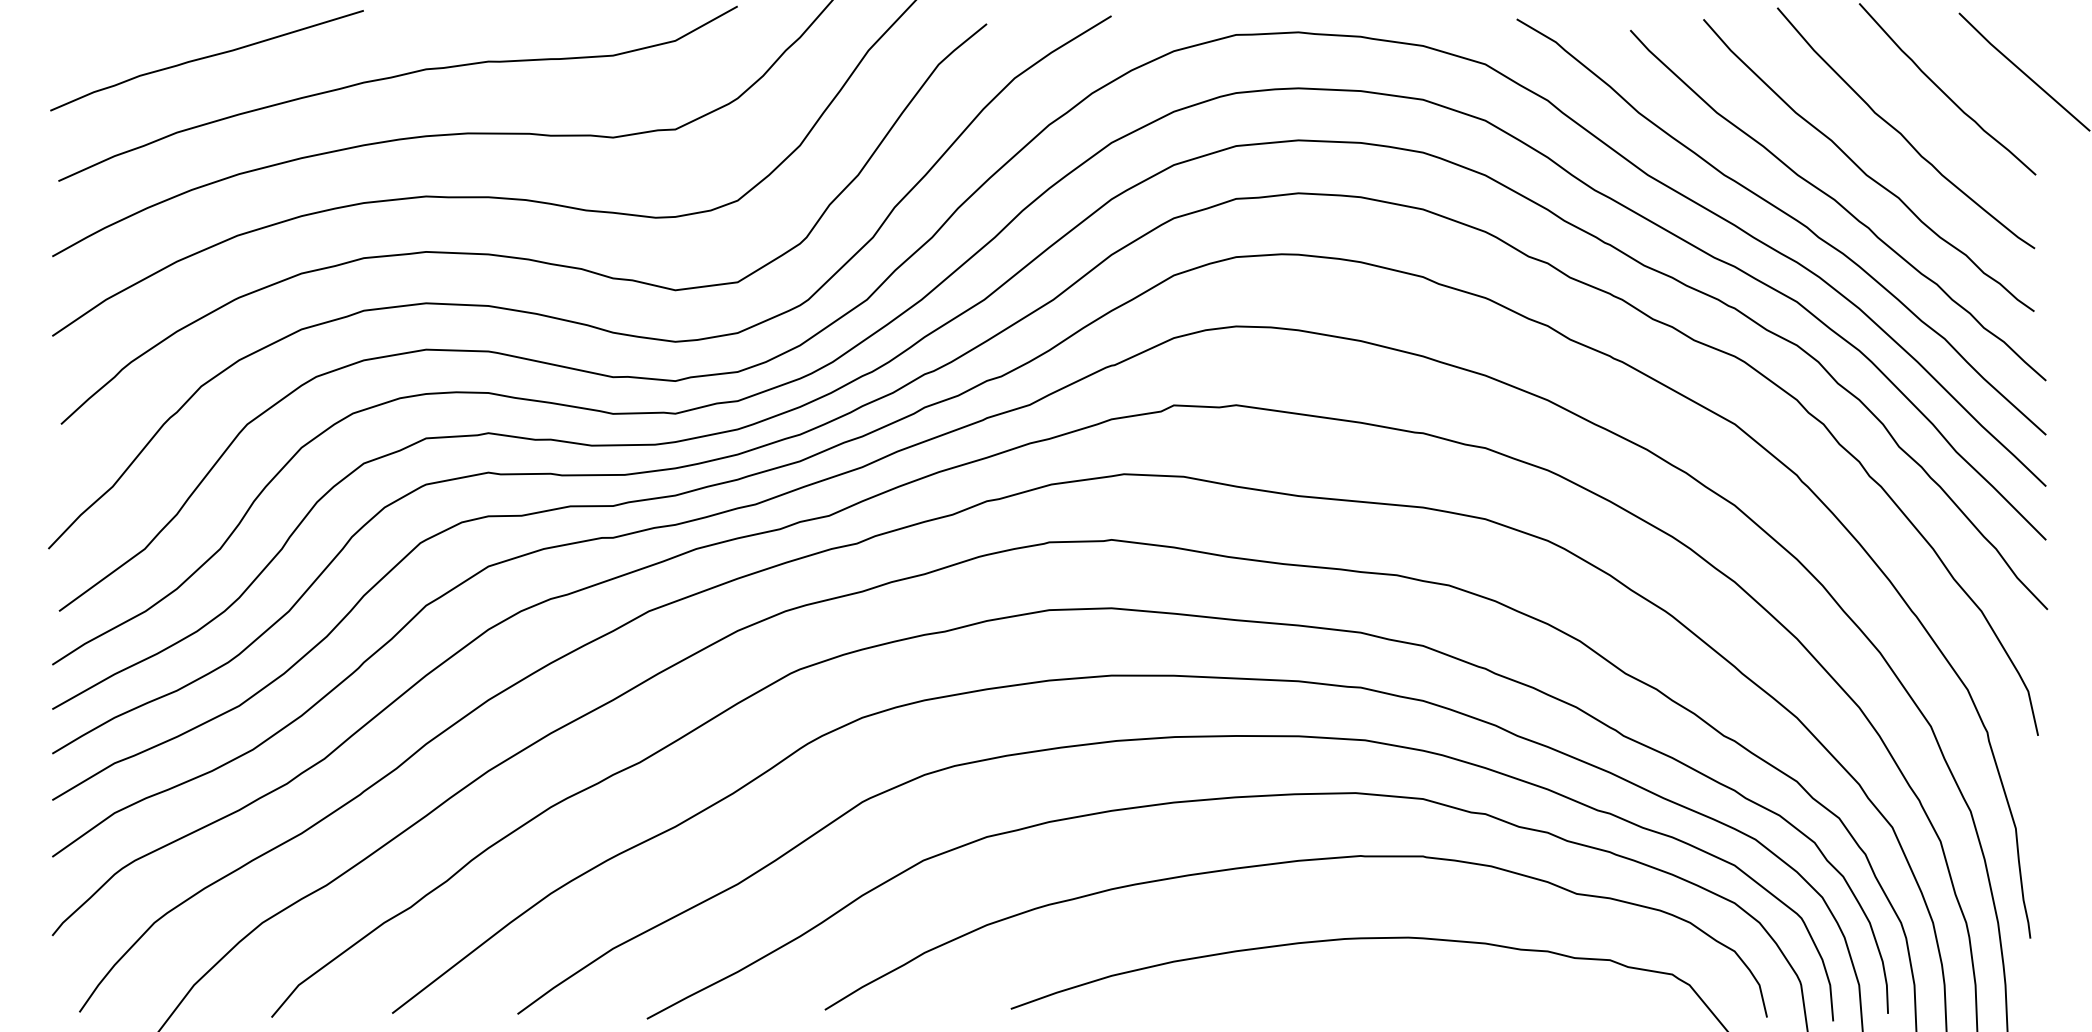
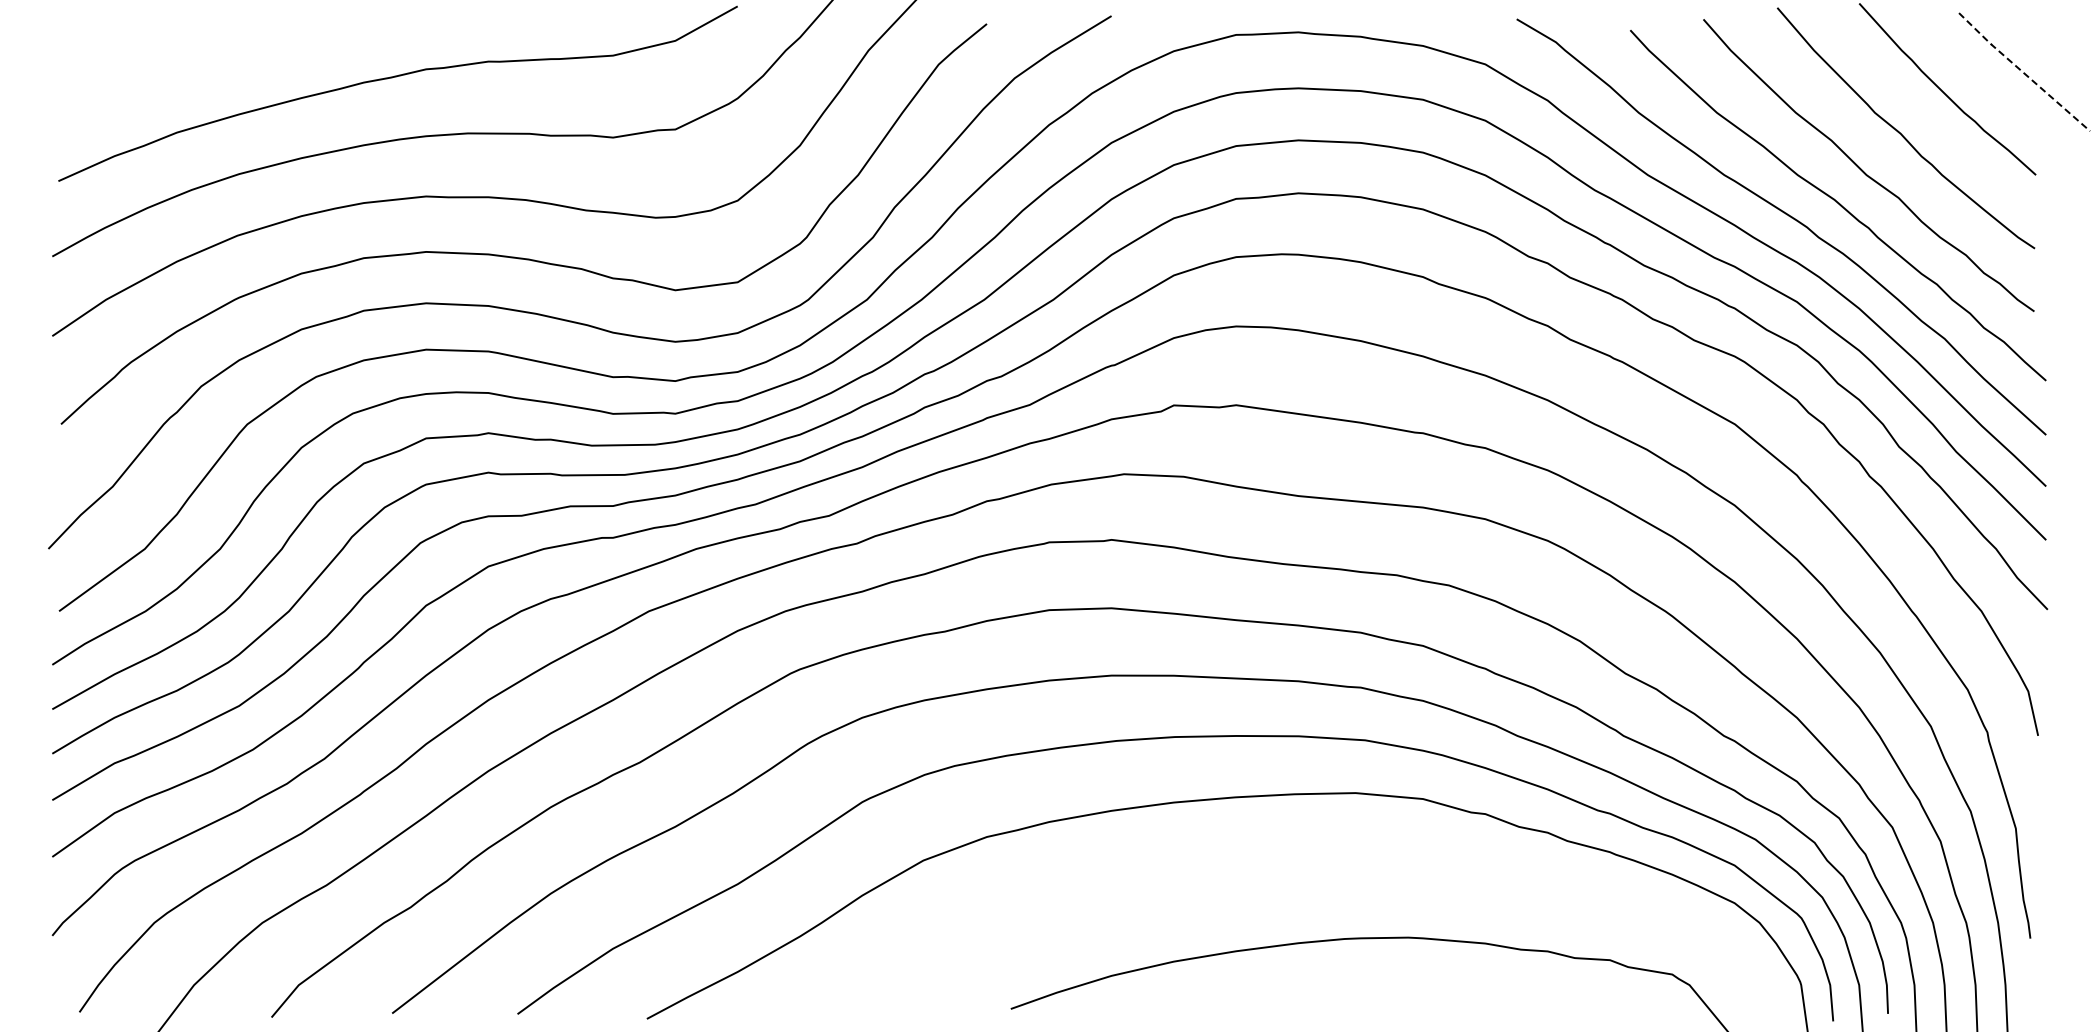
curve at (206, 58): present -> none
line at (2023, 72): solid -> dashed
curve at (1287, 863): present -> none
